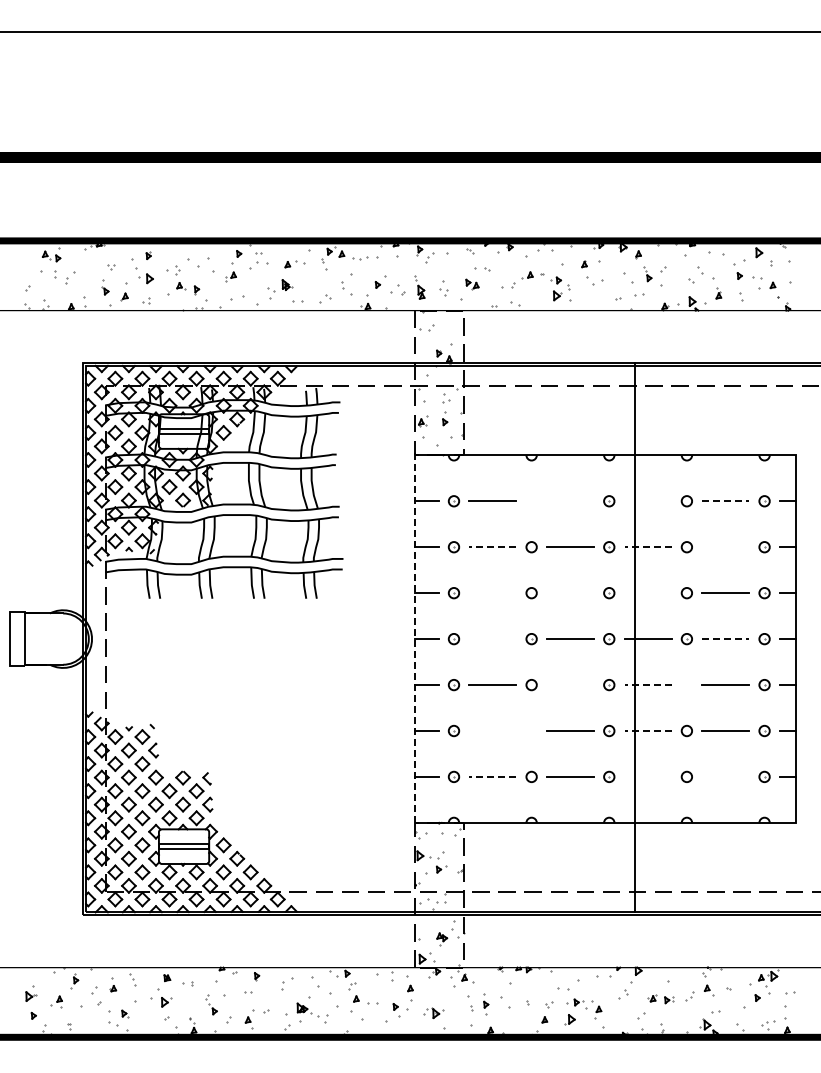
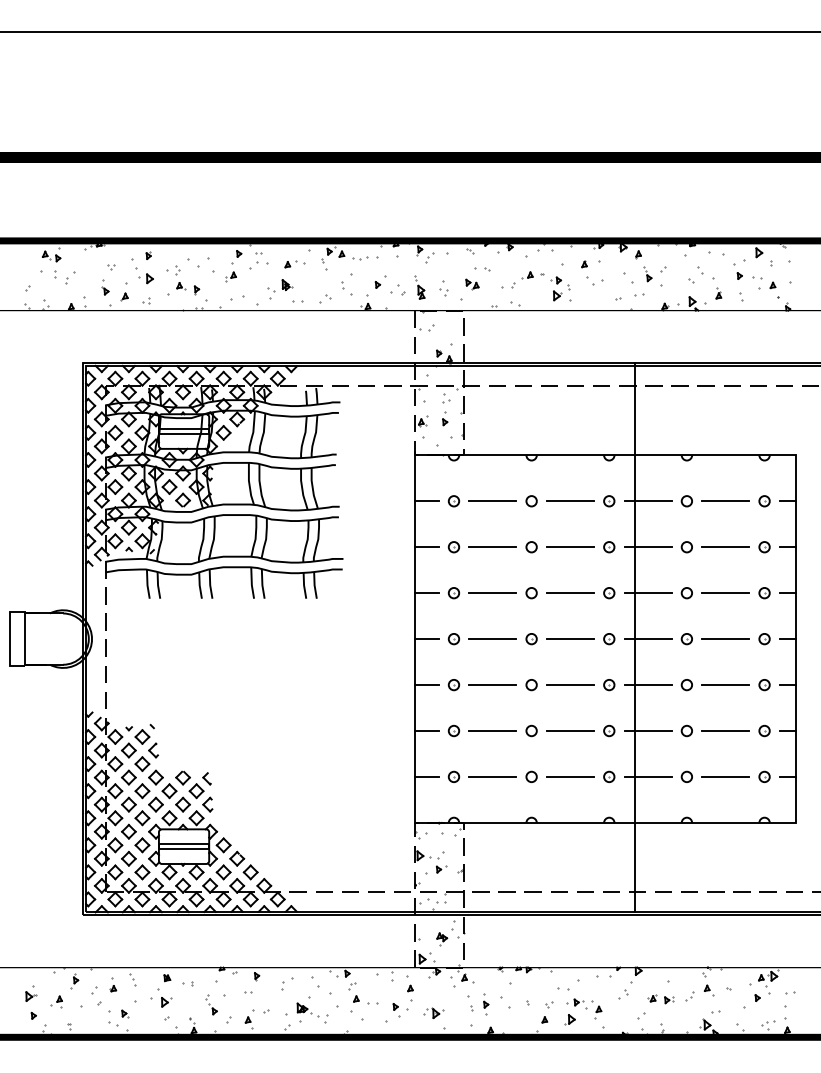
circle at (531, 501): none -> present
line at (569, 501): none -> present
line at (647, 501): none -> present
line at (725, 501): dashed -> solid
line at (492, 547): dashed -> solid
line at (648, 547): dashed -> solid
line at (725, 547): none -> present
line at (570, 592): none -> present
line at (492, 593): none -> present
line at (647, 593): none -> present
line at (415, 637): dashed -> solid
line at (492, 639): none -> present
line at (725, 639): dashed -> solid
line at (569, 685): none -> present
line at (648, 685): dashed -> solid
circle at (686, 685): none -> present
circle at (531, 730): none -> present
line at (492, 731): none -> present
line at (648, 731): dashed -> solid
line at (492, 776): dashed -> solid
line at (647, 776): none -> present
line at (725, 776): none -> present
